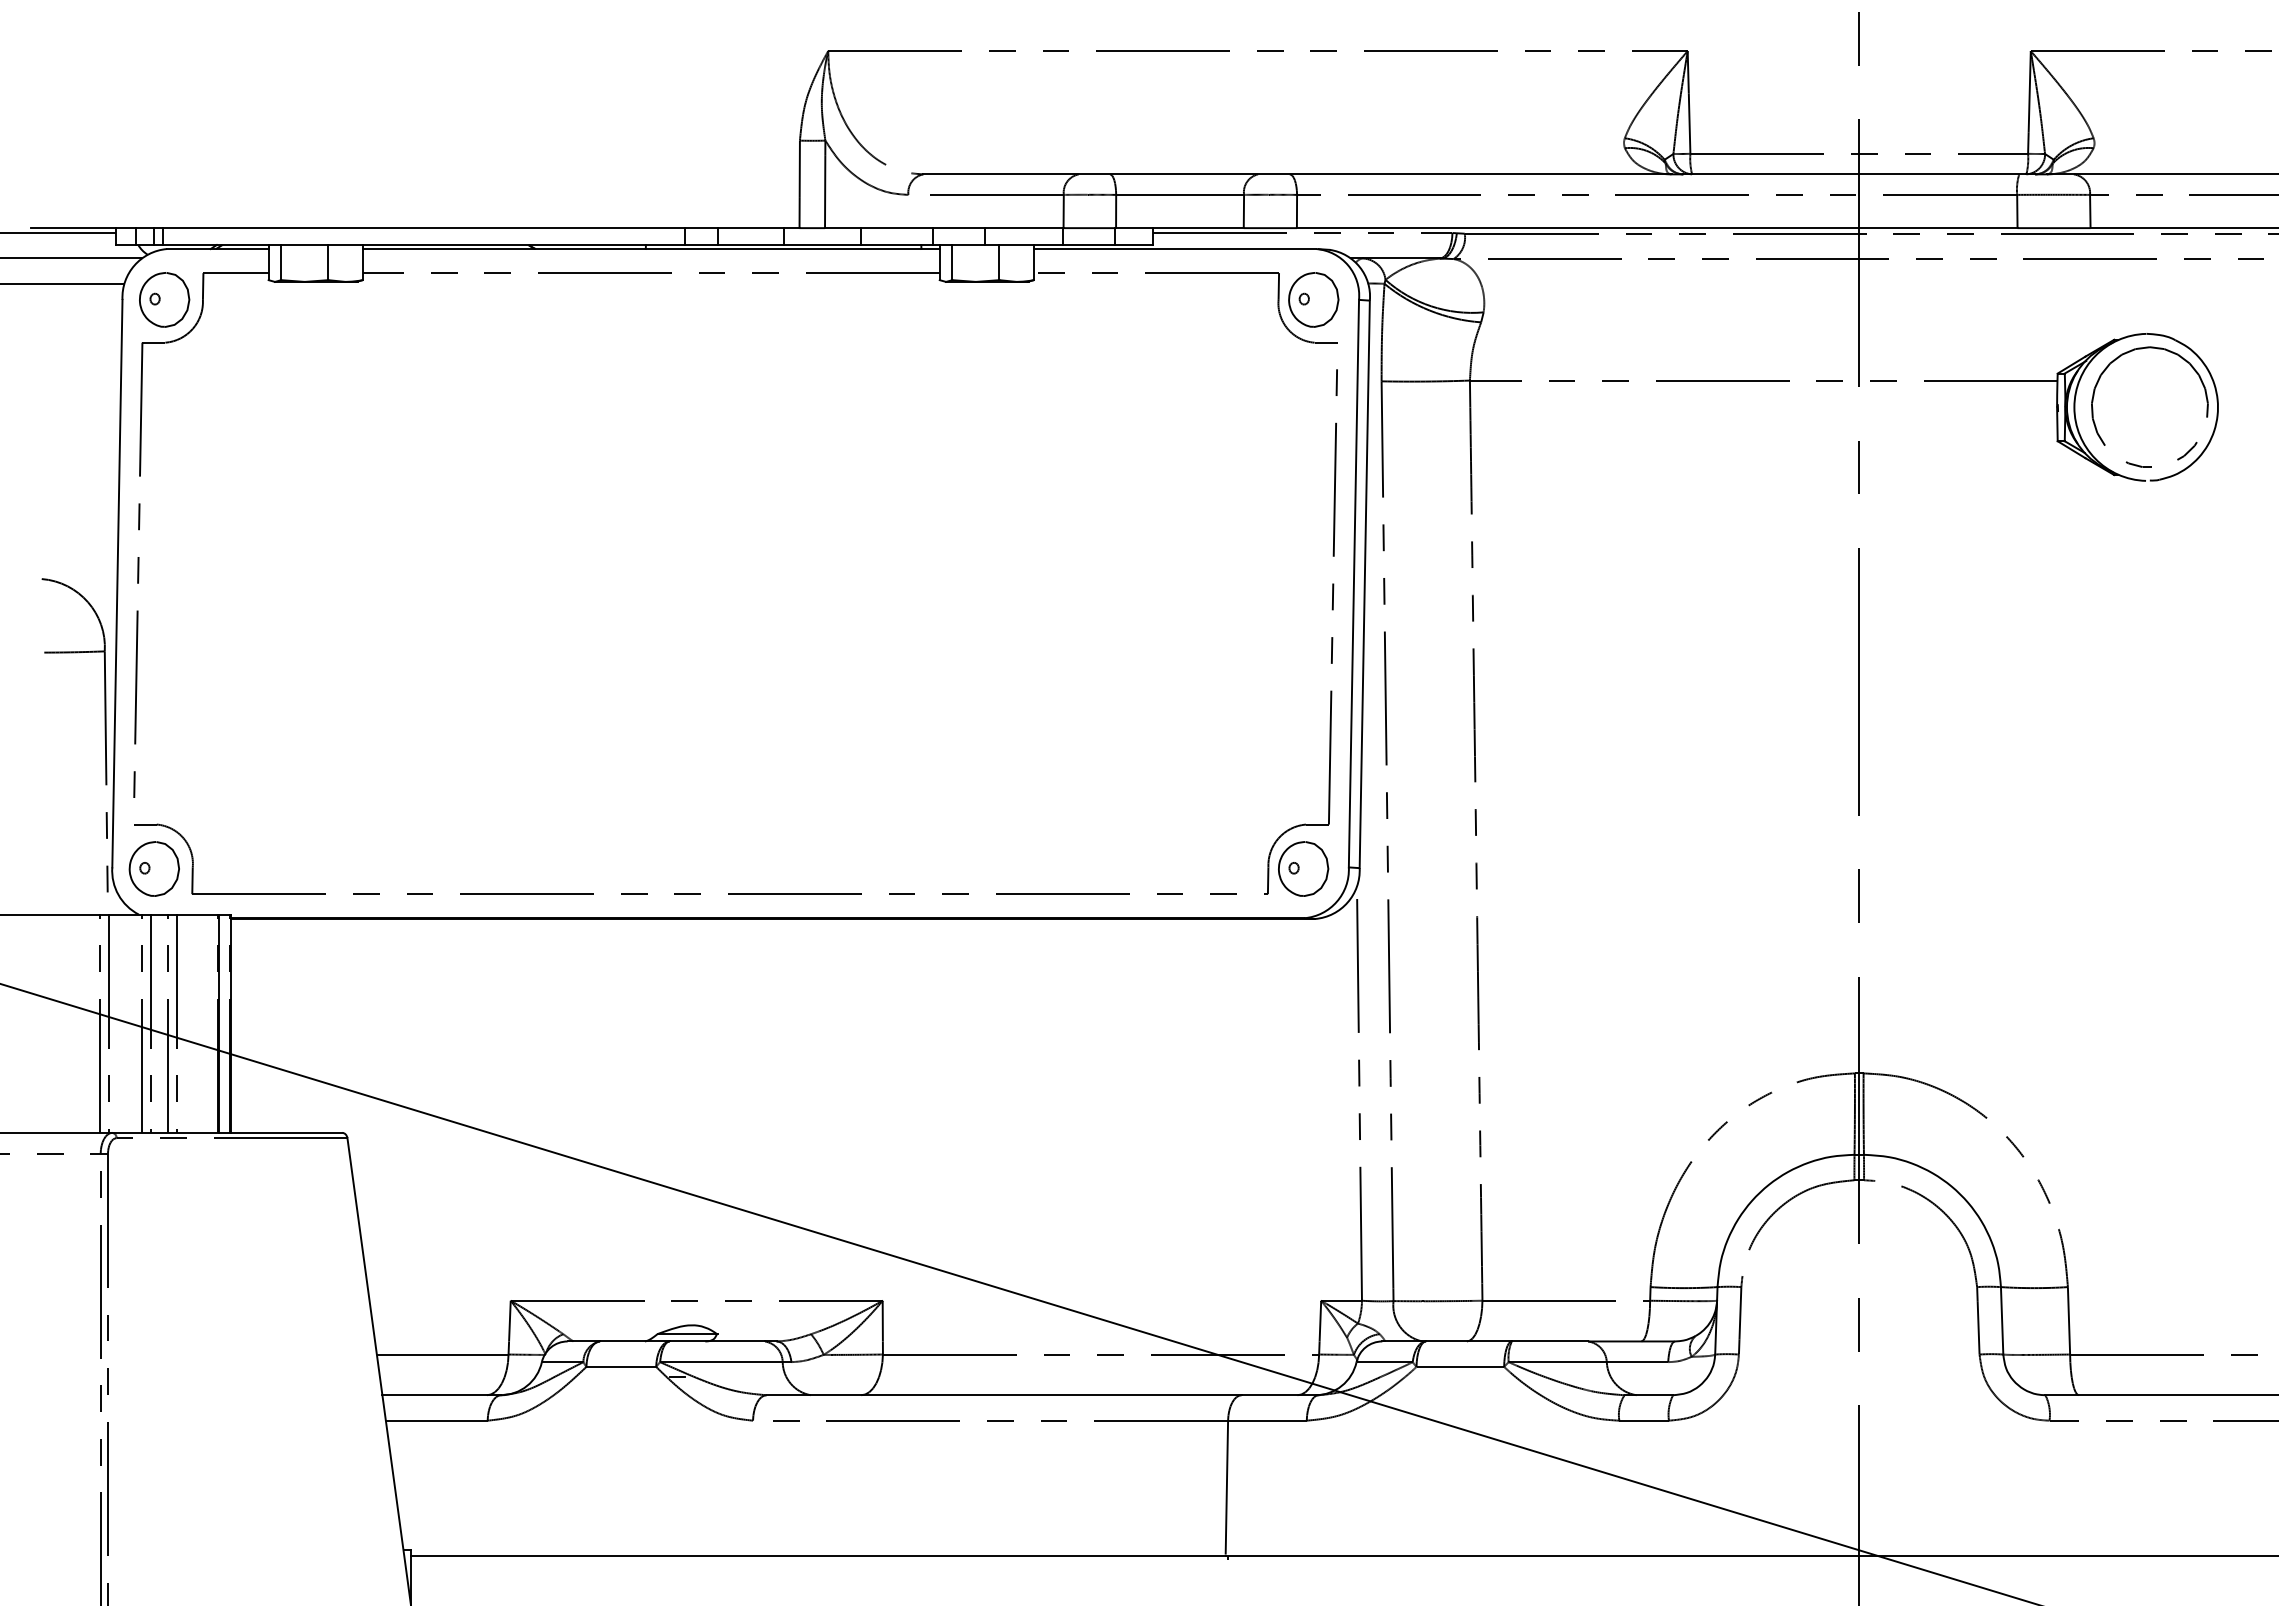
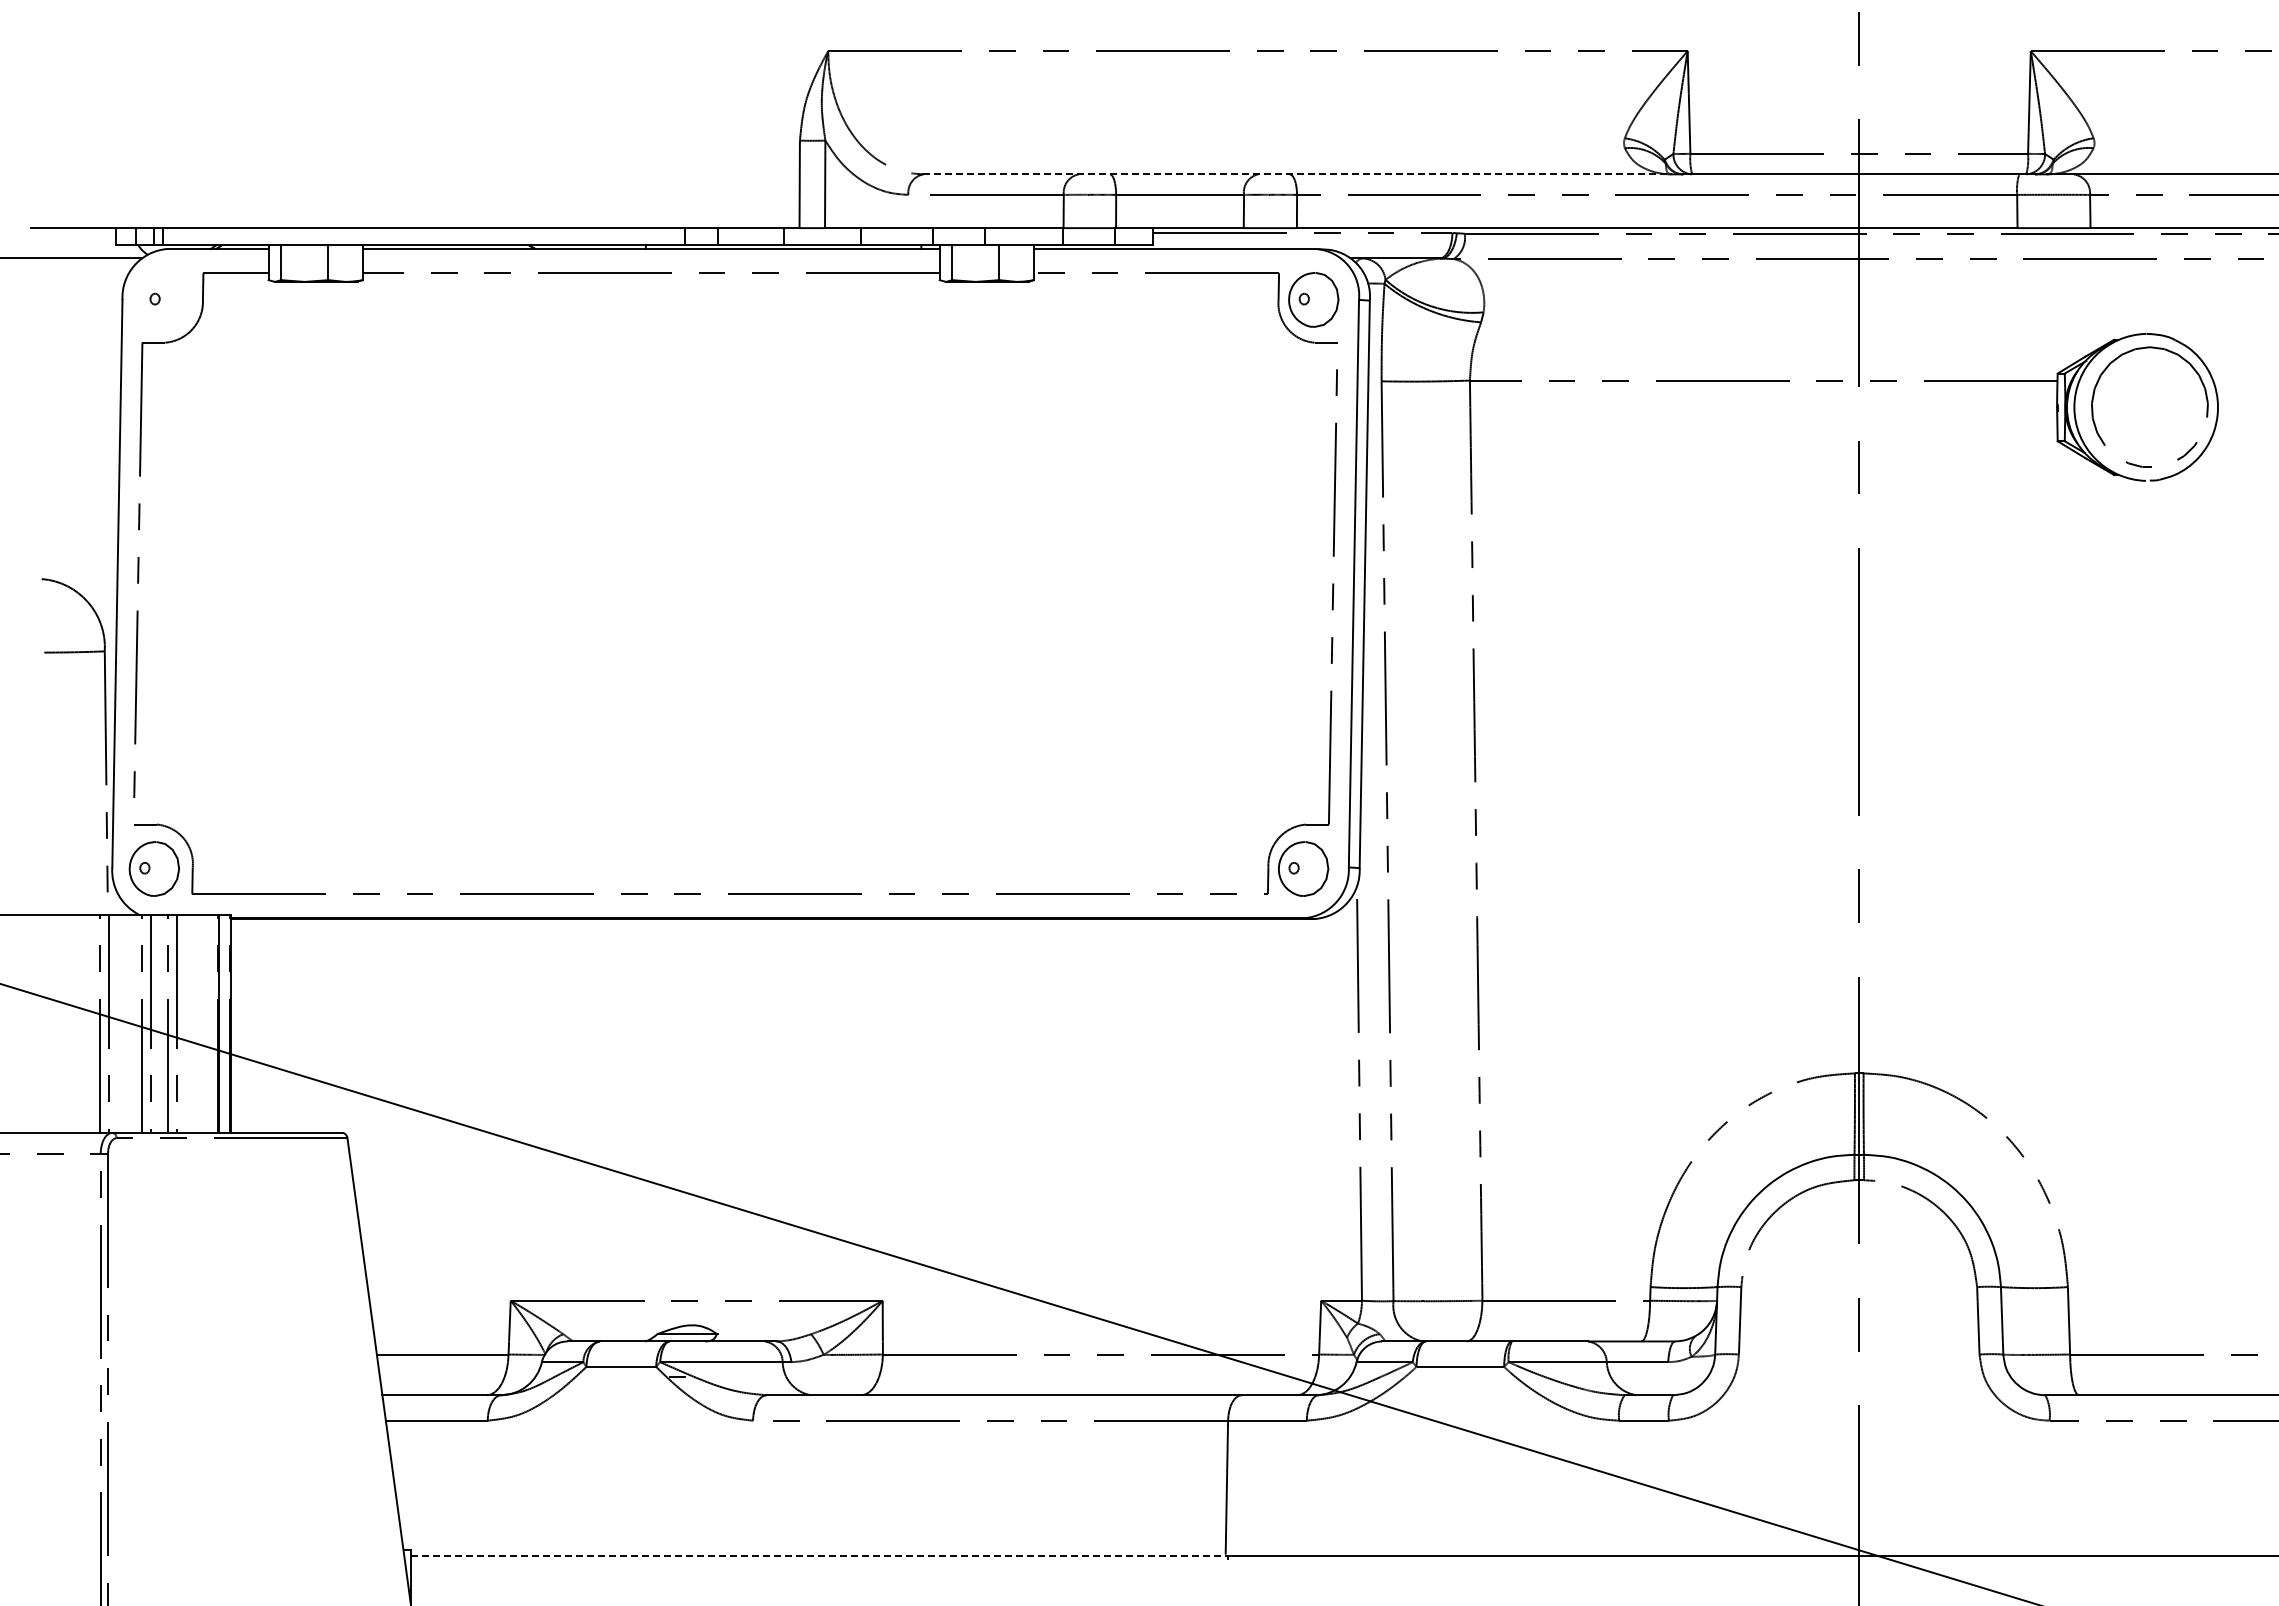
line at (1297, 174): solid -> dashed
line at (58, 233): present -> none
line at (63, 283): present -> none
part at (164, 299): present -> none
line at (818, 1555): solid -> dashed
